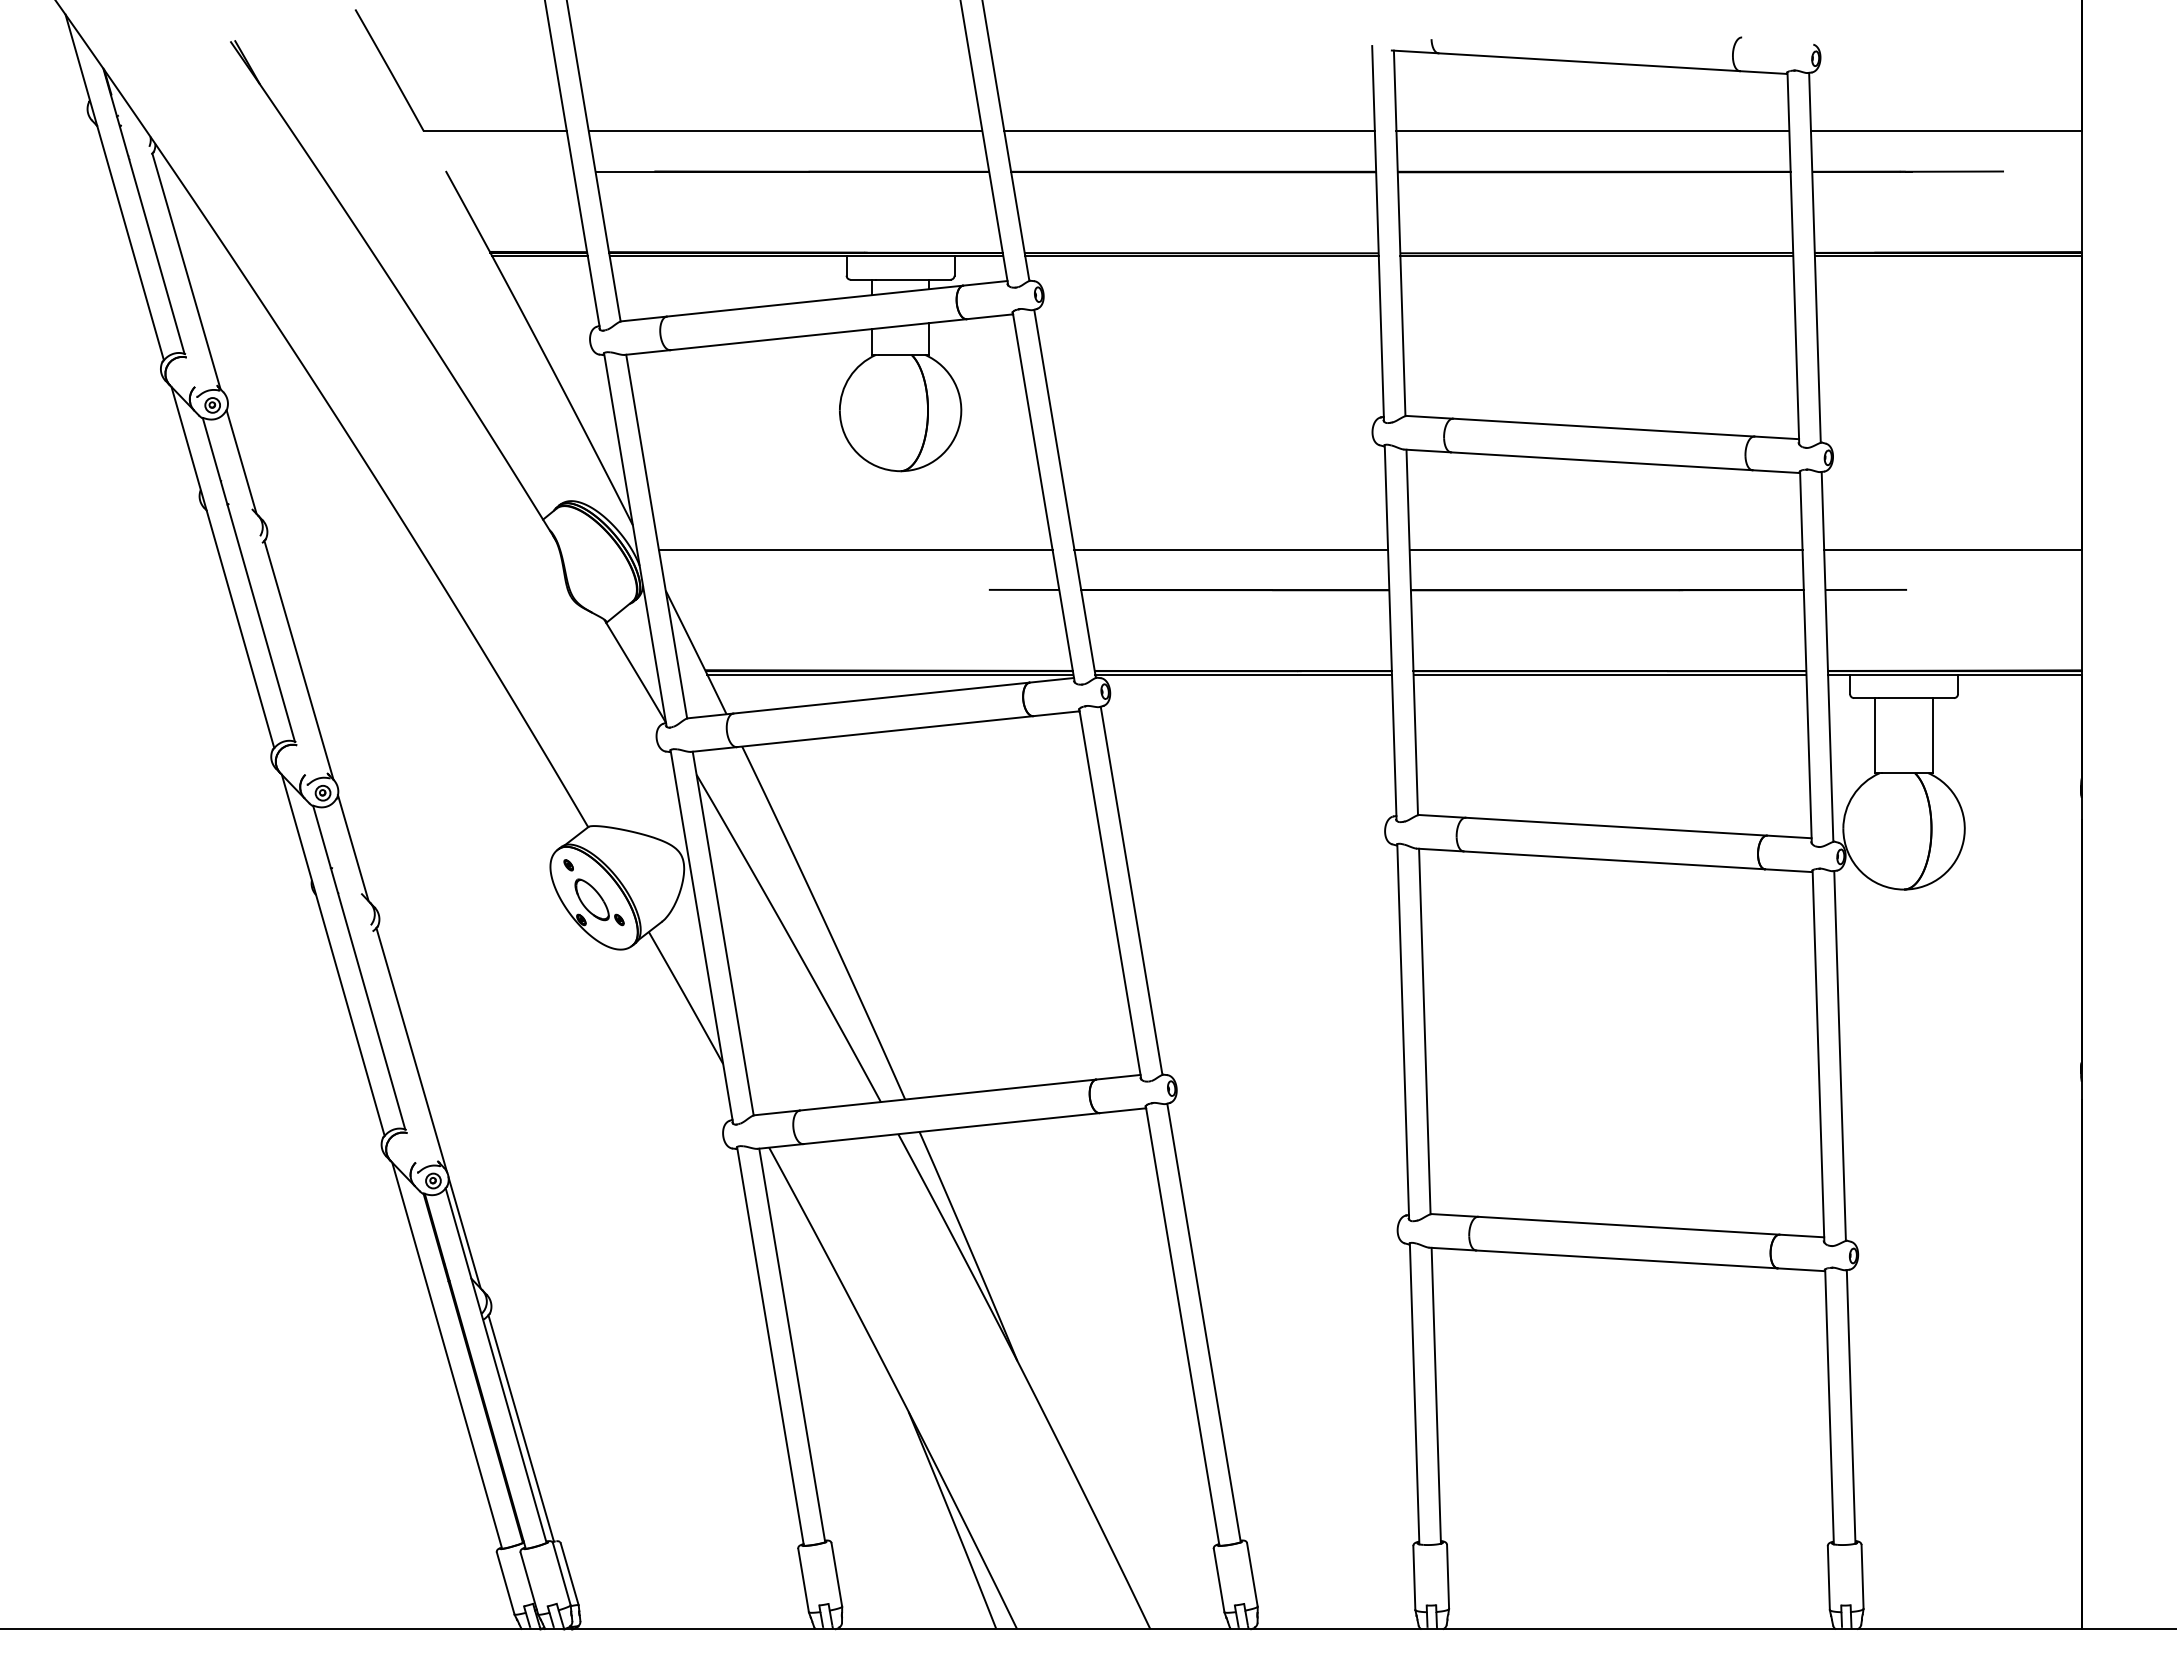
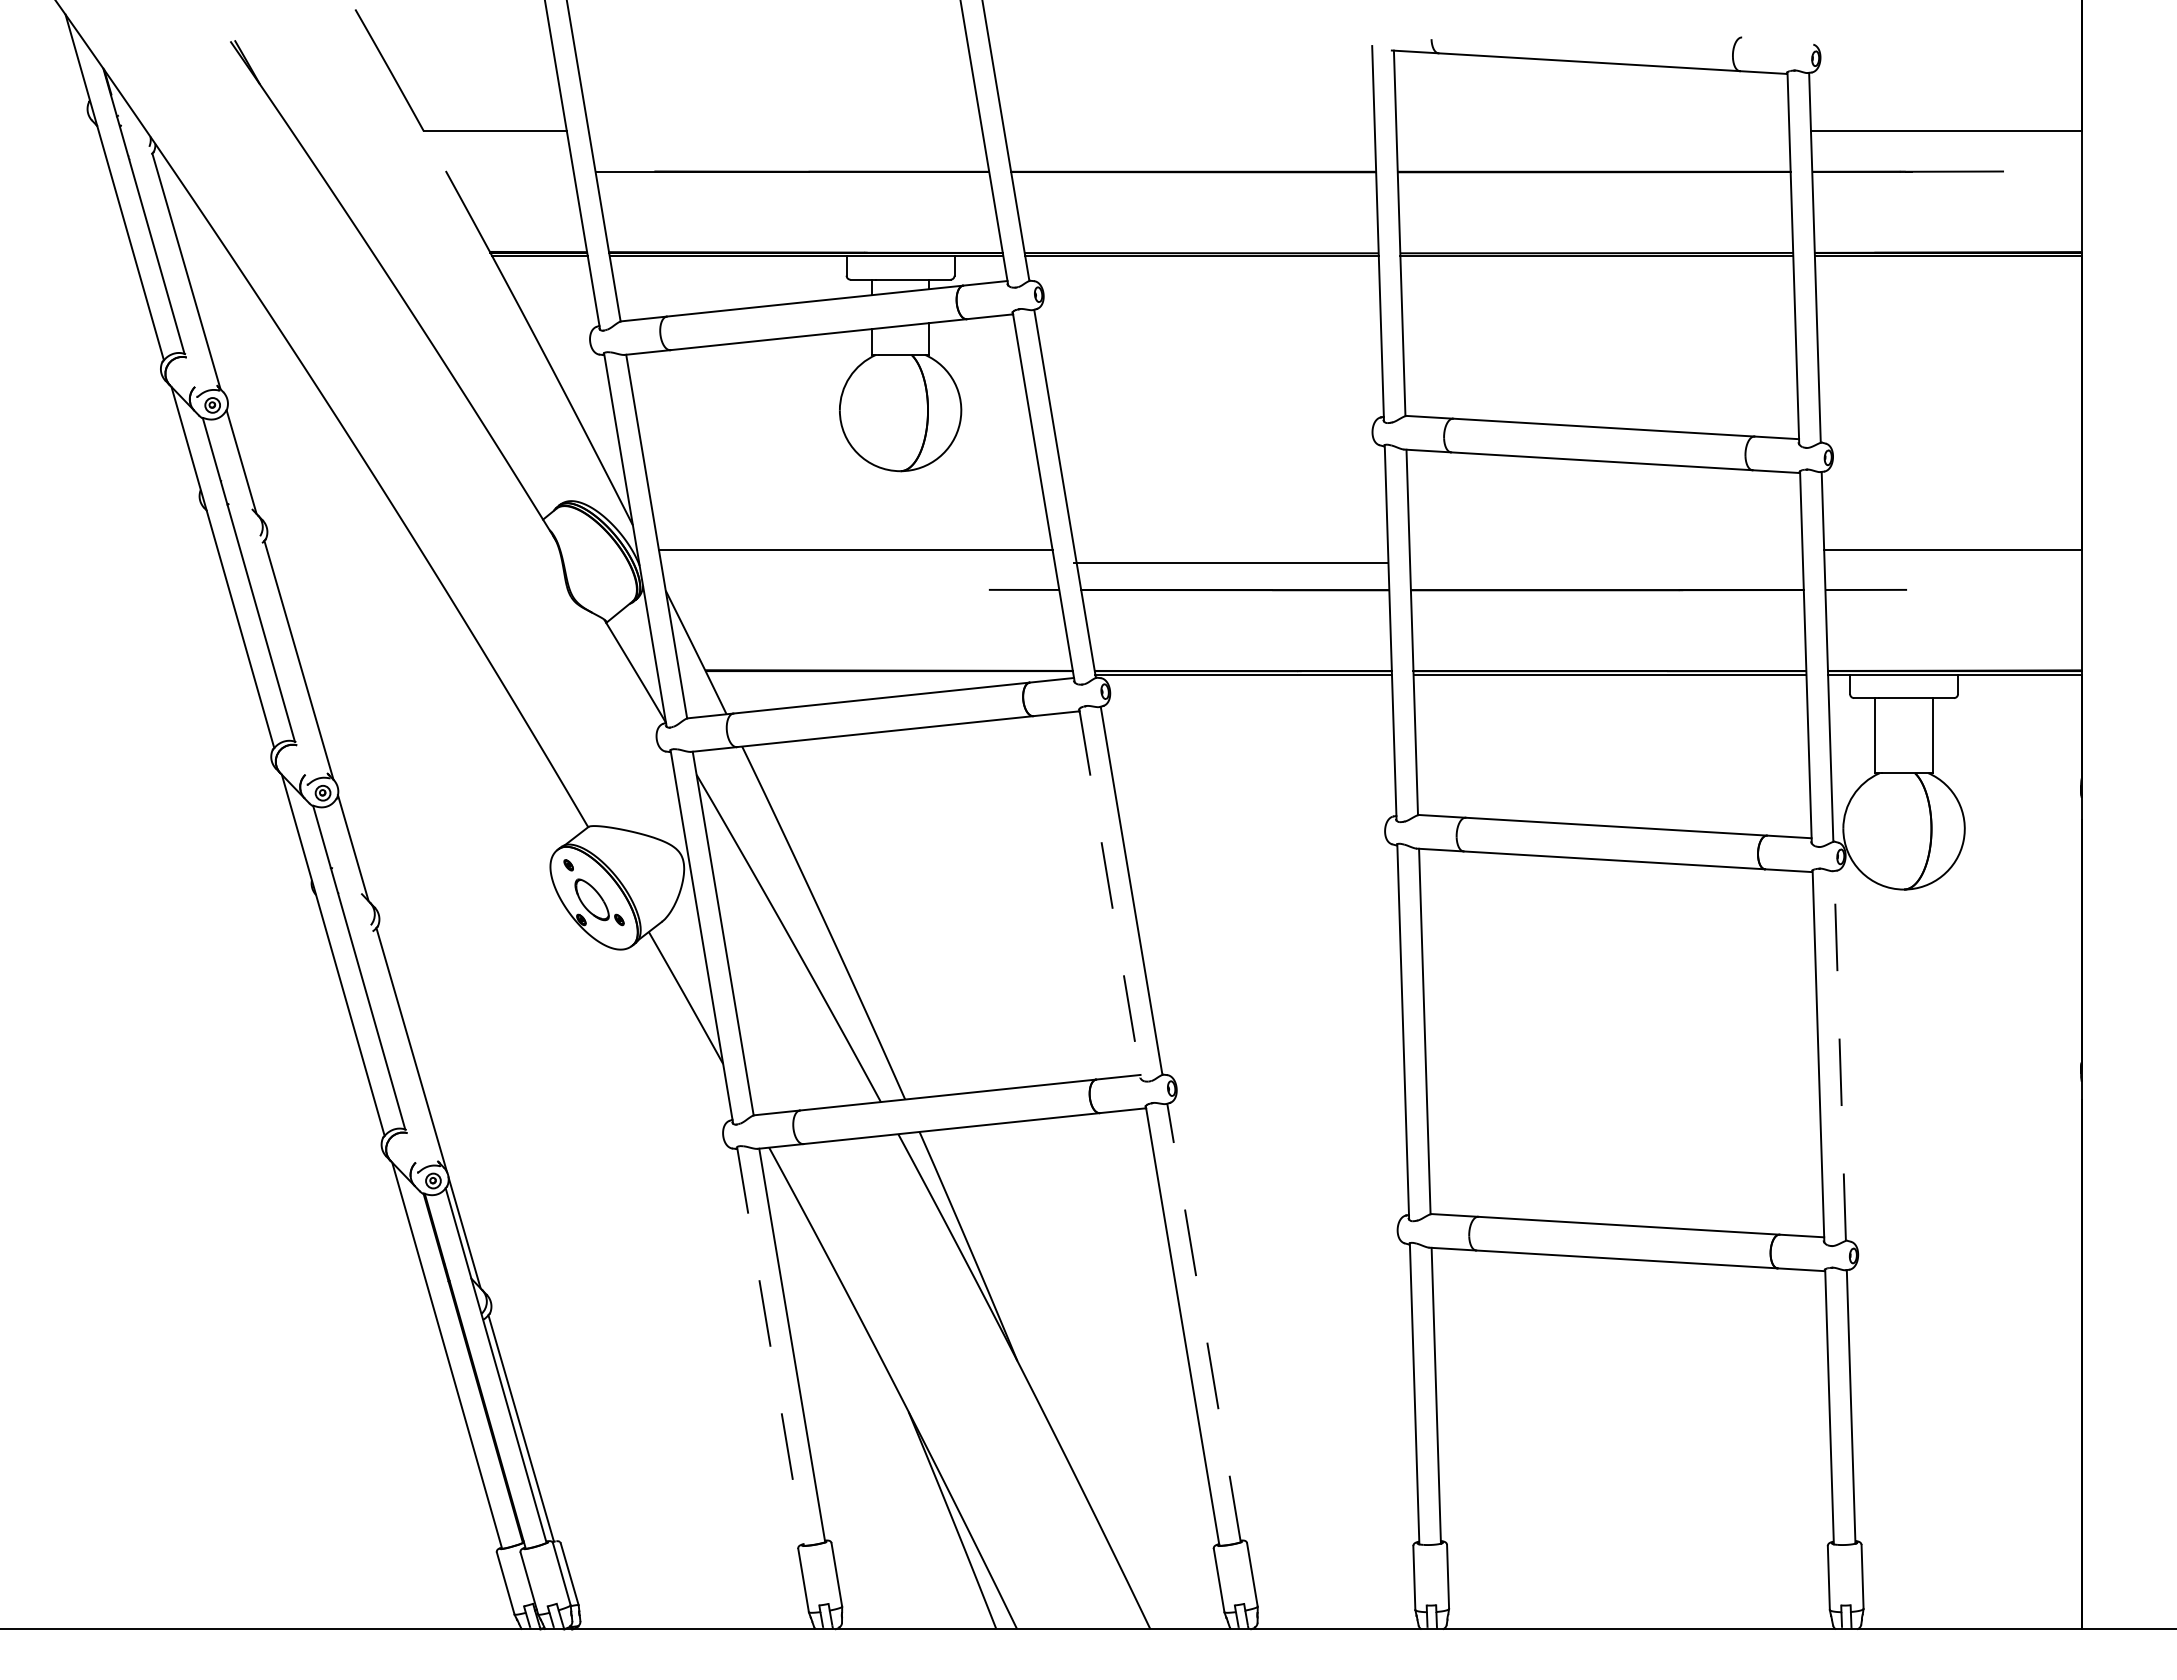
line at (785, 131): present -> none
line at (1189, 131): present -> none
line at (1592, 131): present -> none
line at (1231, 549) position: (1231, 549) -> (1231, 562)
line at (1605, 549): present -> none
line at (890, 674): present -> none
line at (1110, 894): solid -> dashed
line at (1840, 1055): solid -> dashed
line at (1203, 1322): solid -> dashed
line at (770, 1346): solid -> dashed
